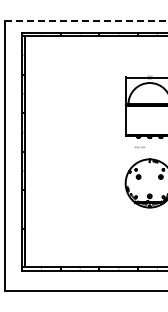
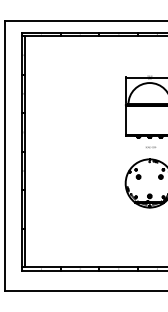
line at (86, 20): dashed -> solid
text at (139, 147) position: (139, 147) -> (150, 147)
